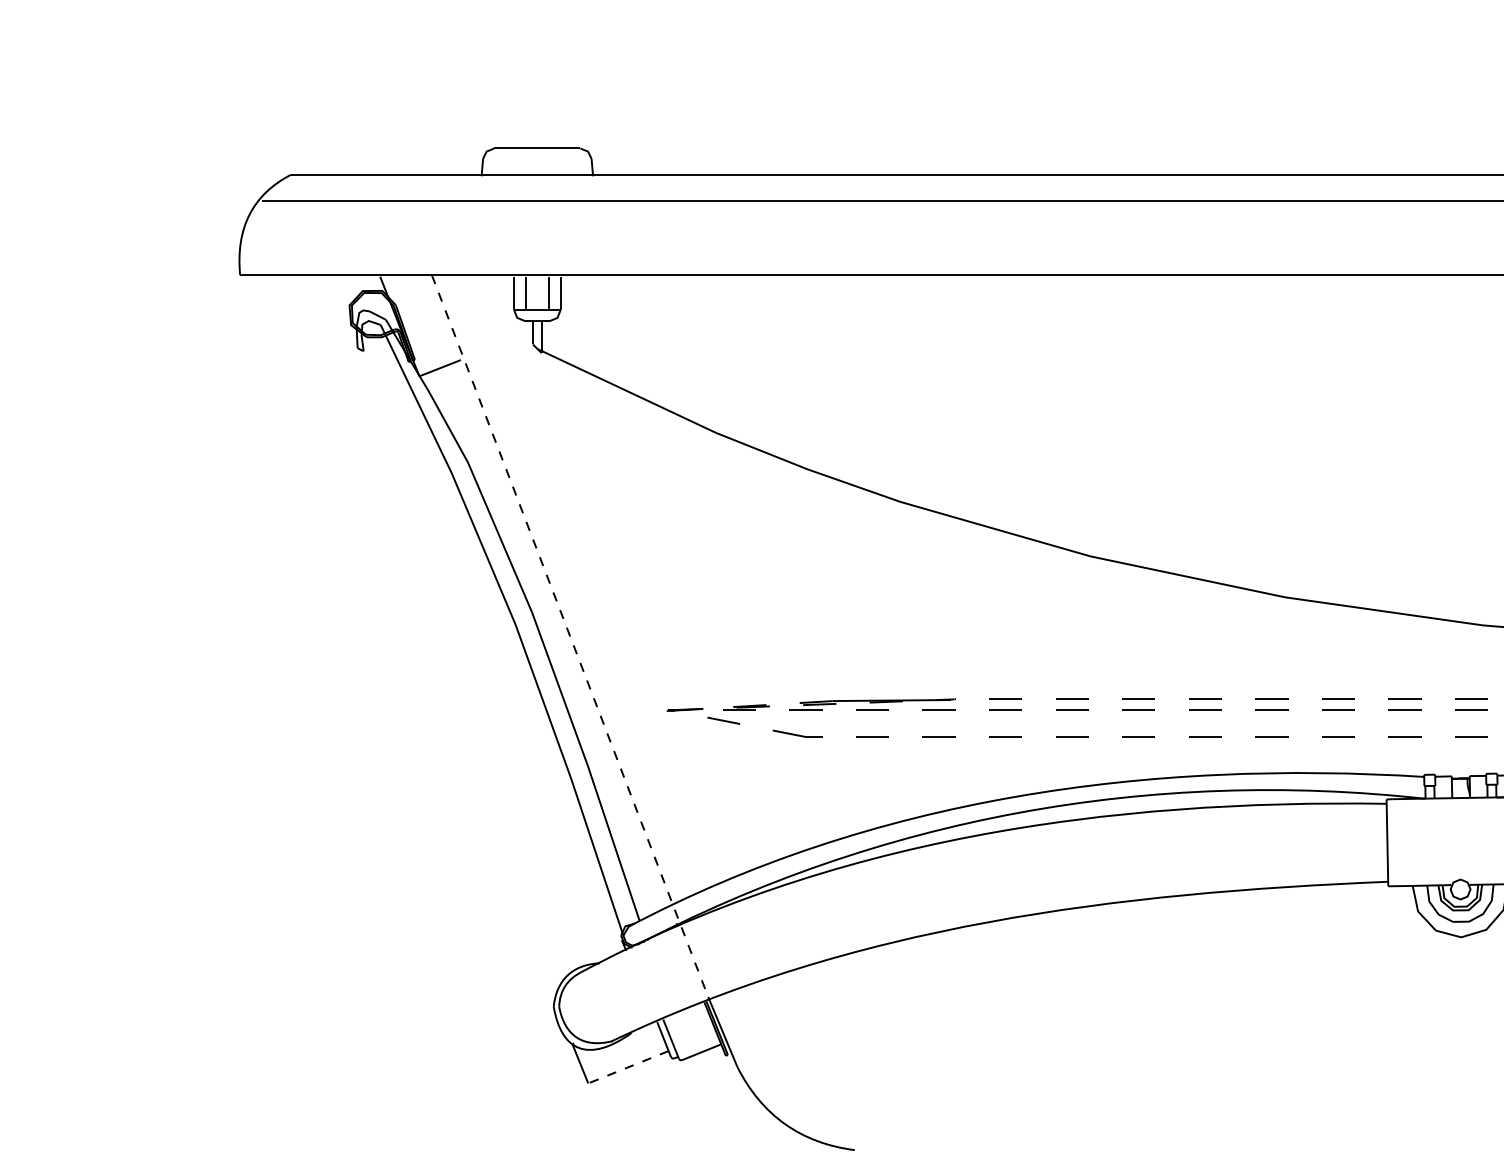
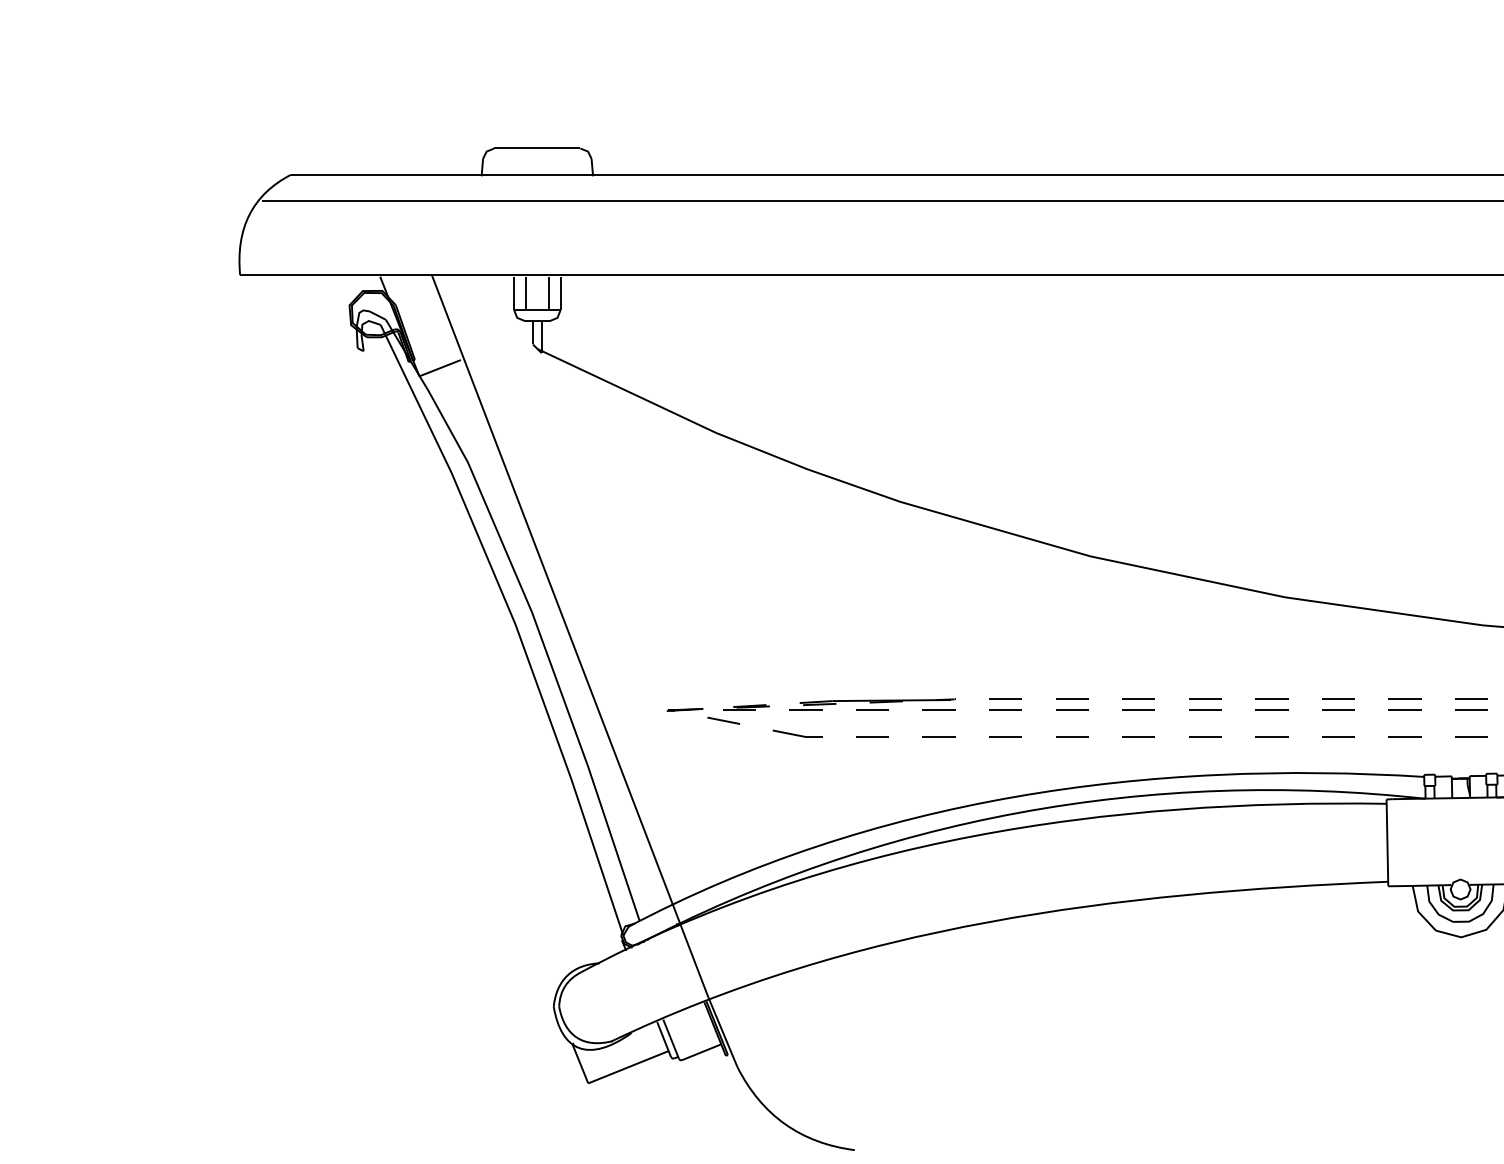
line at (570, 636): dashed -> solid
line at (628, 1067): dashed -> solid
